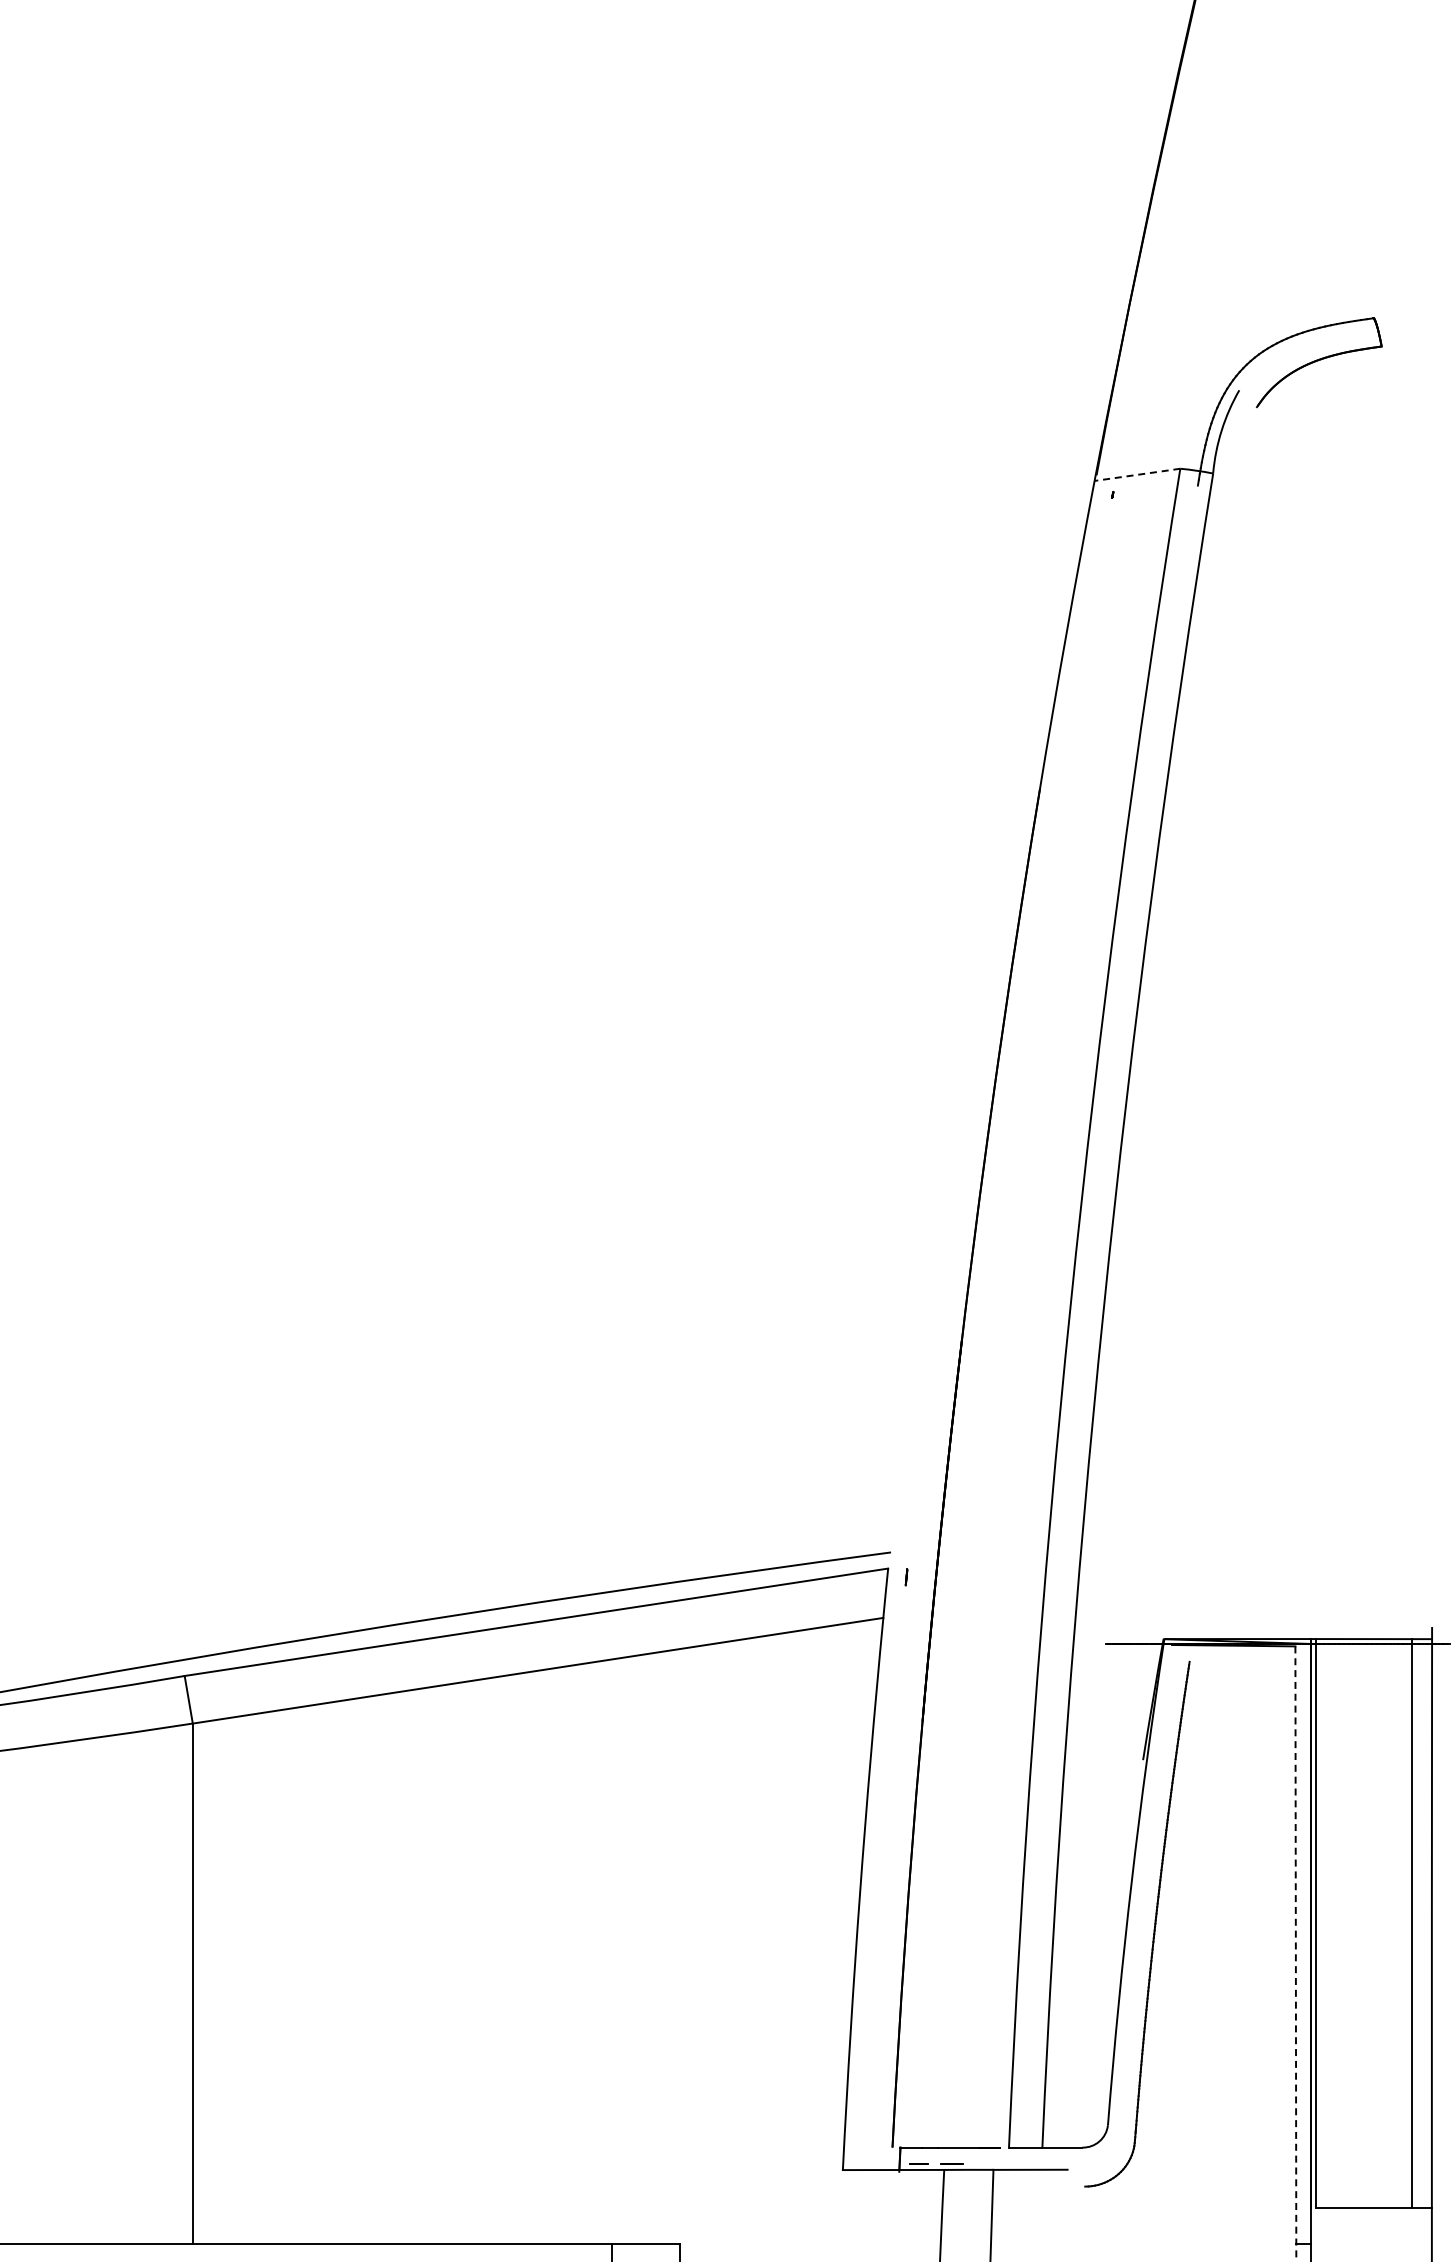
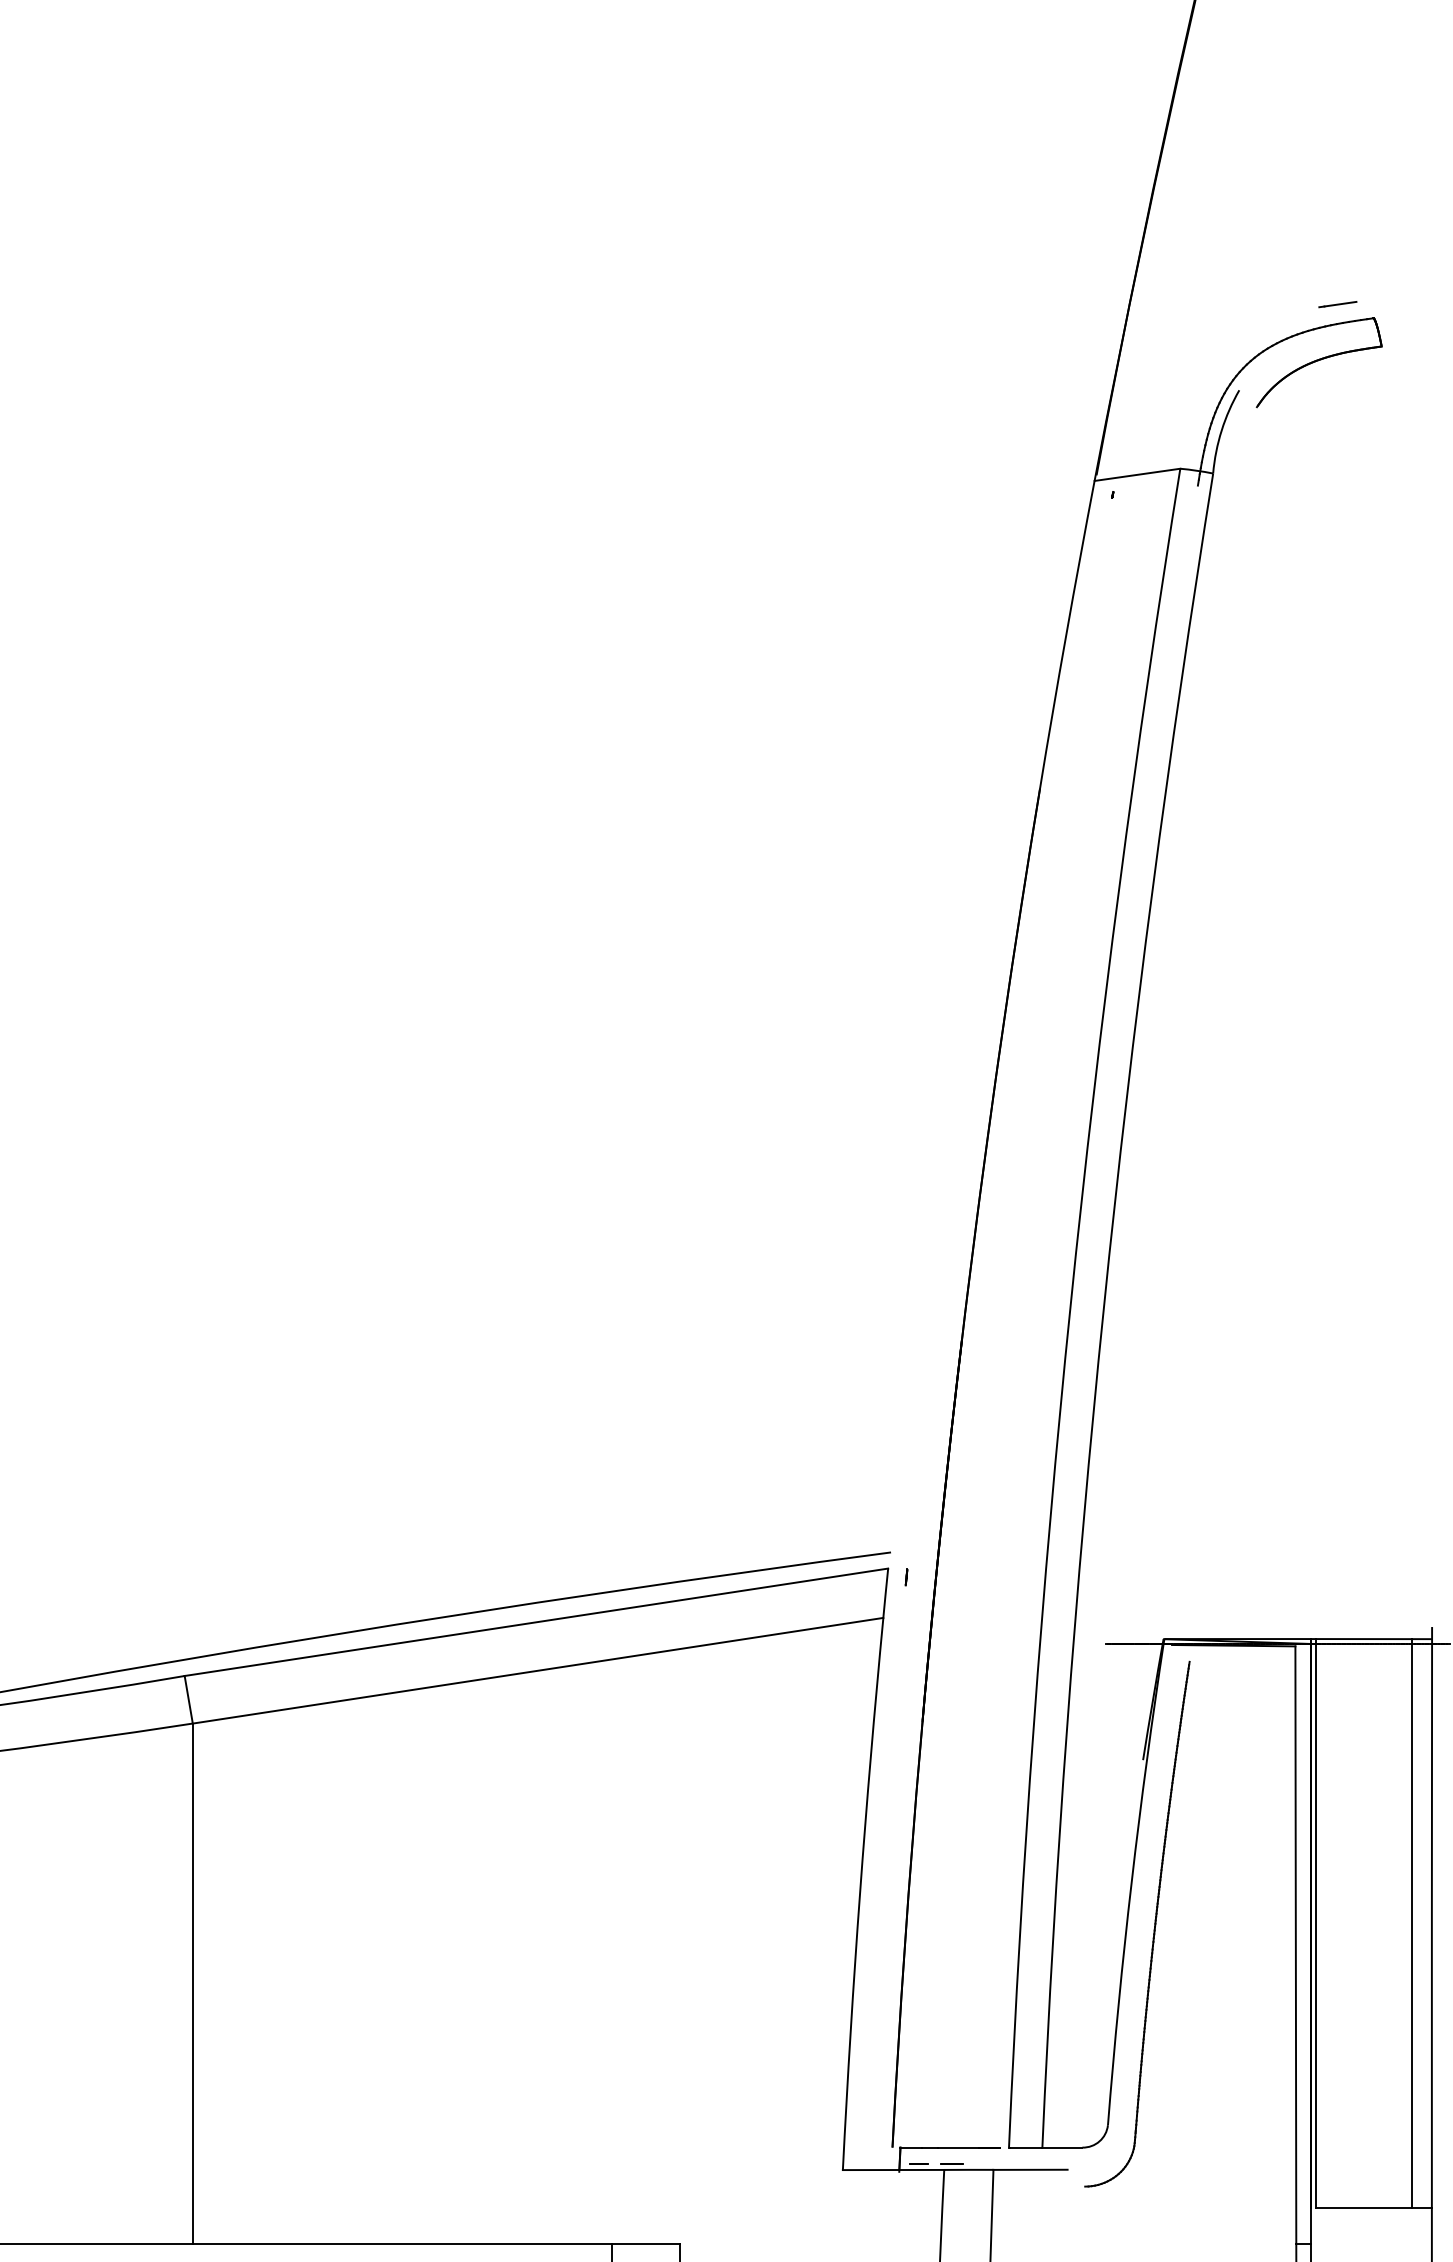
line at (1337, 304): none -> present
line at (1136, 474): dashed -> solid
line at (1295, 1954): dashed -> solid
